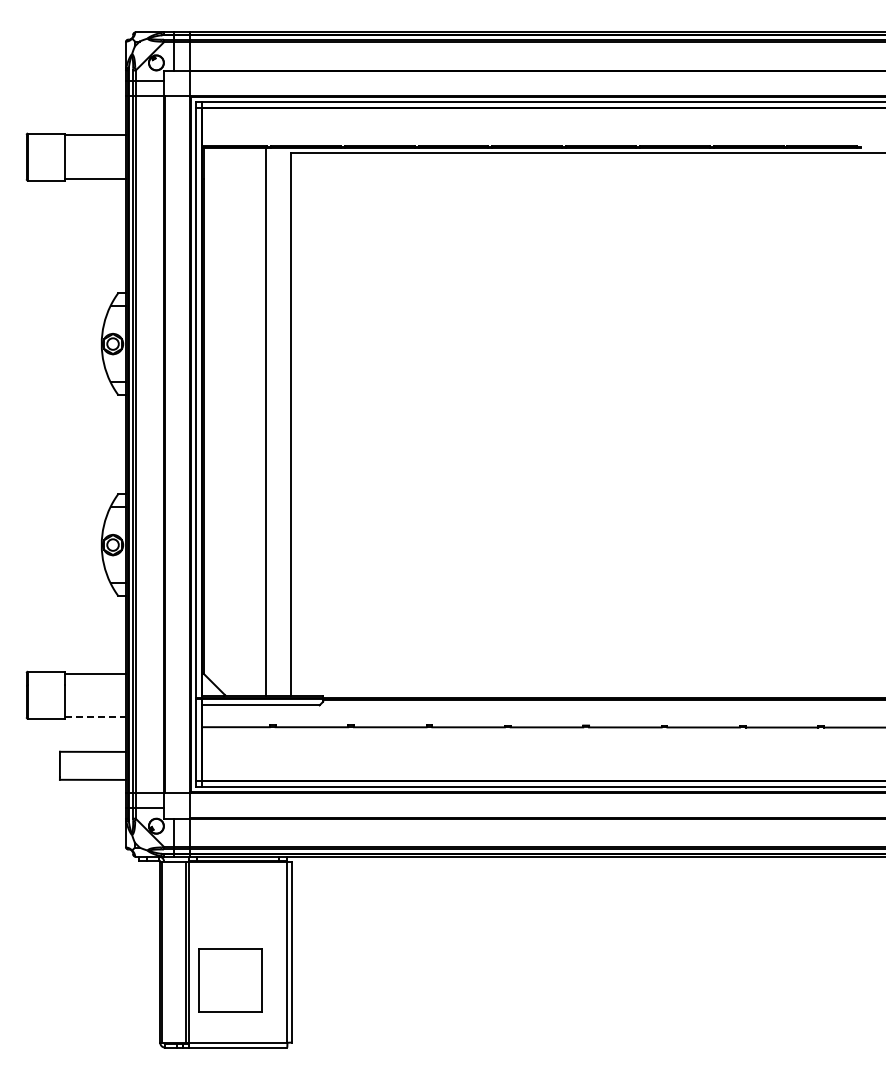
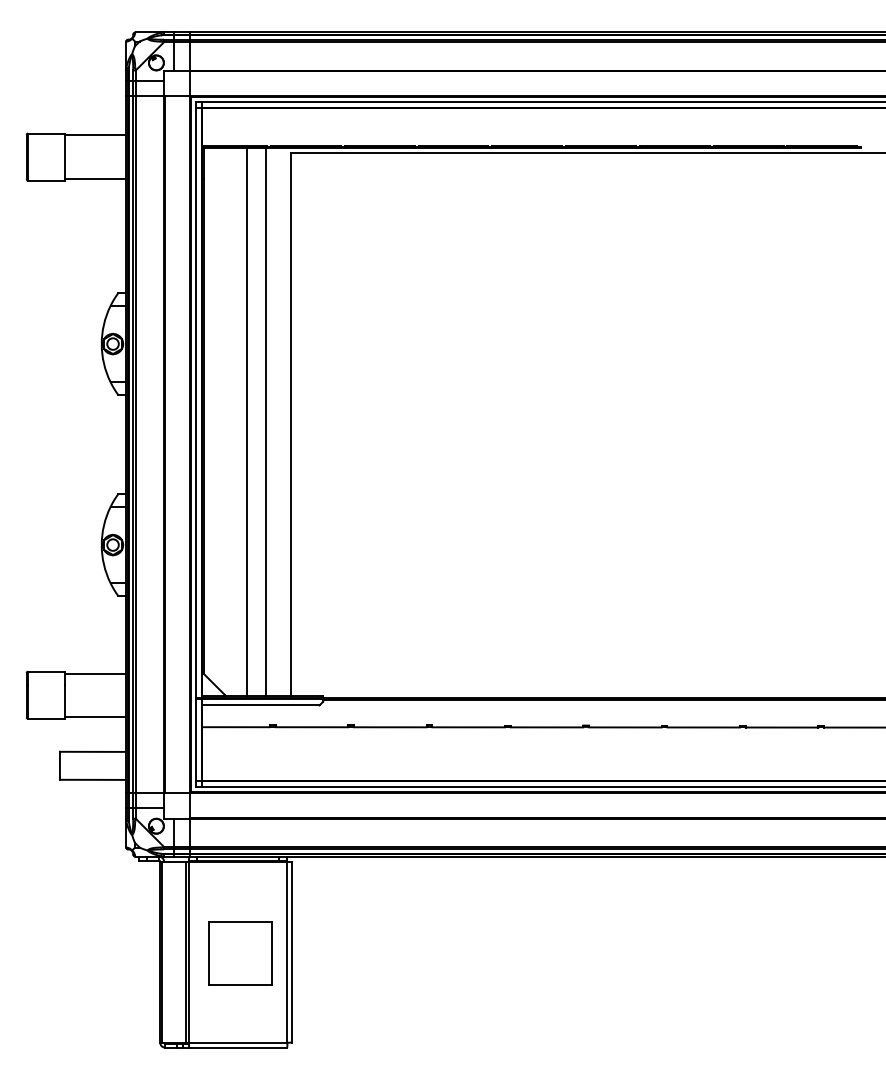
line at (246, 421): none -> present
line at (95, 716): dashed -> solid
part at (230, 980) position: (230, 980) -> (240, 953)
